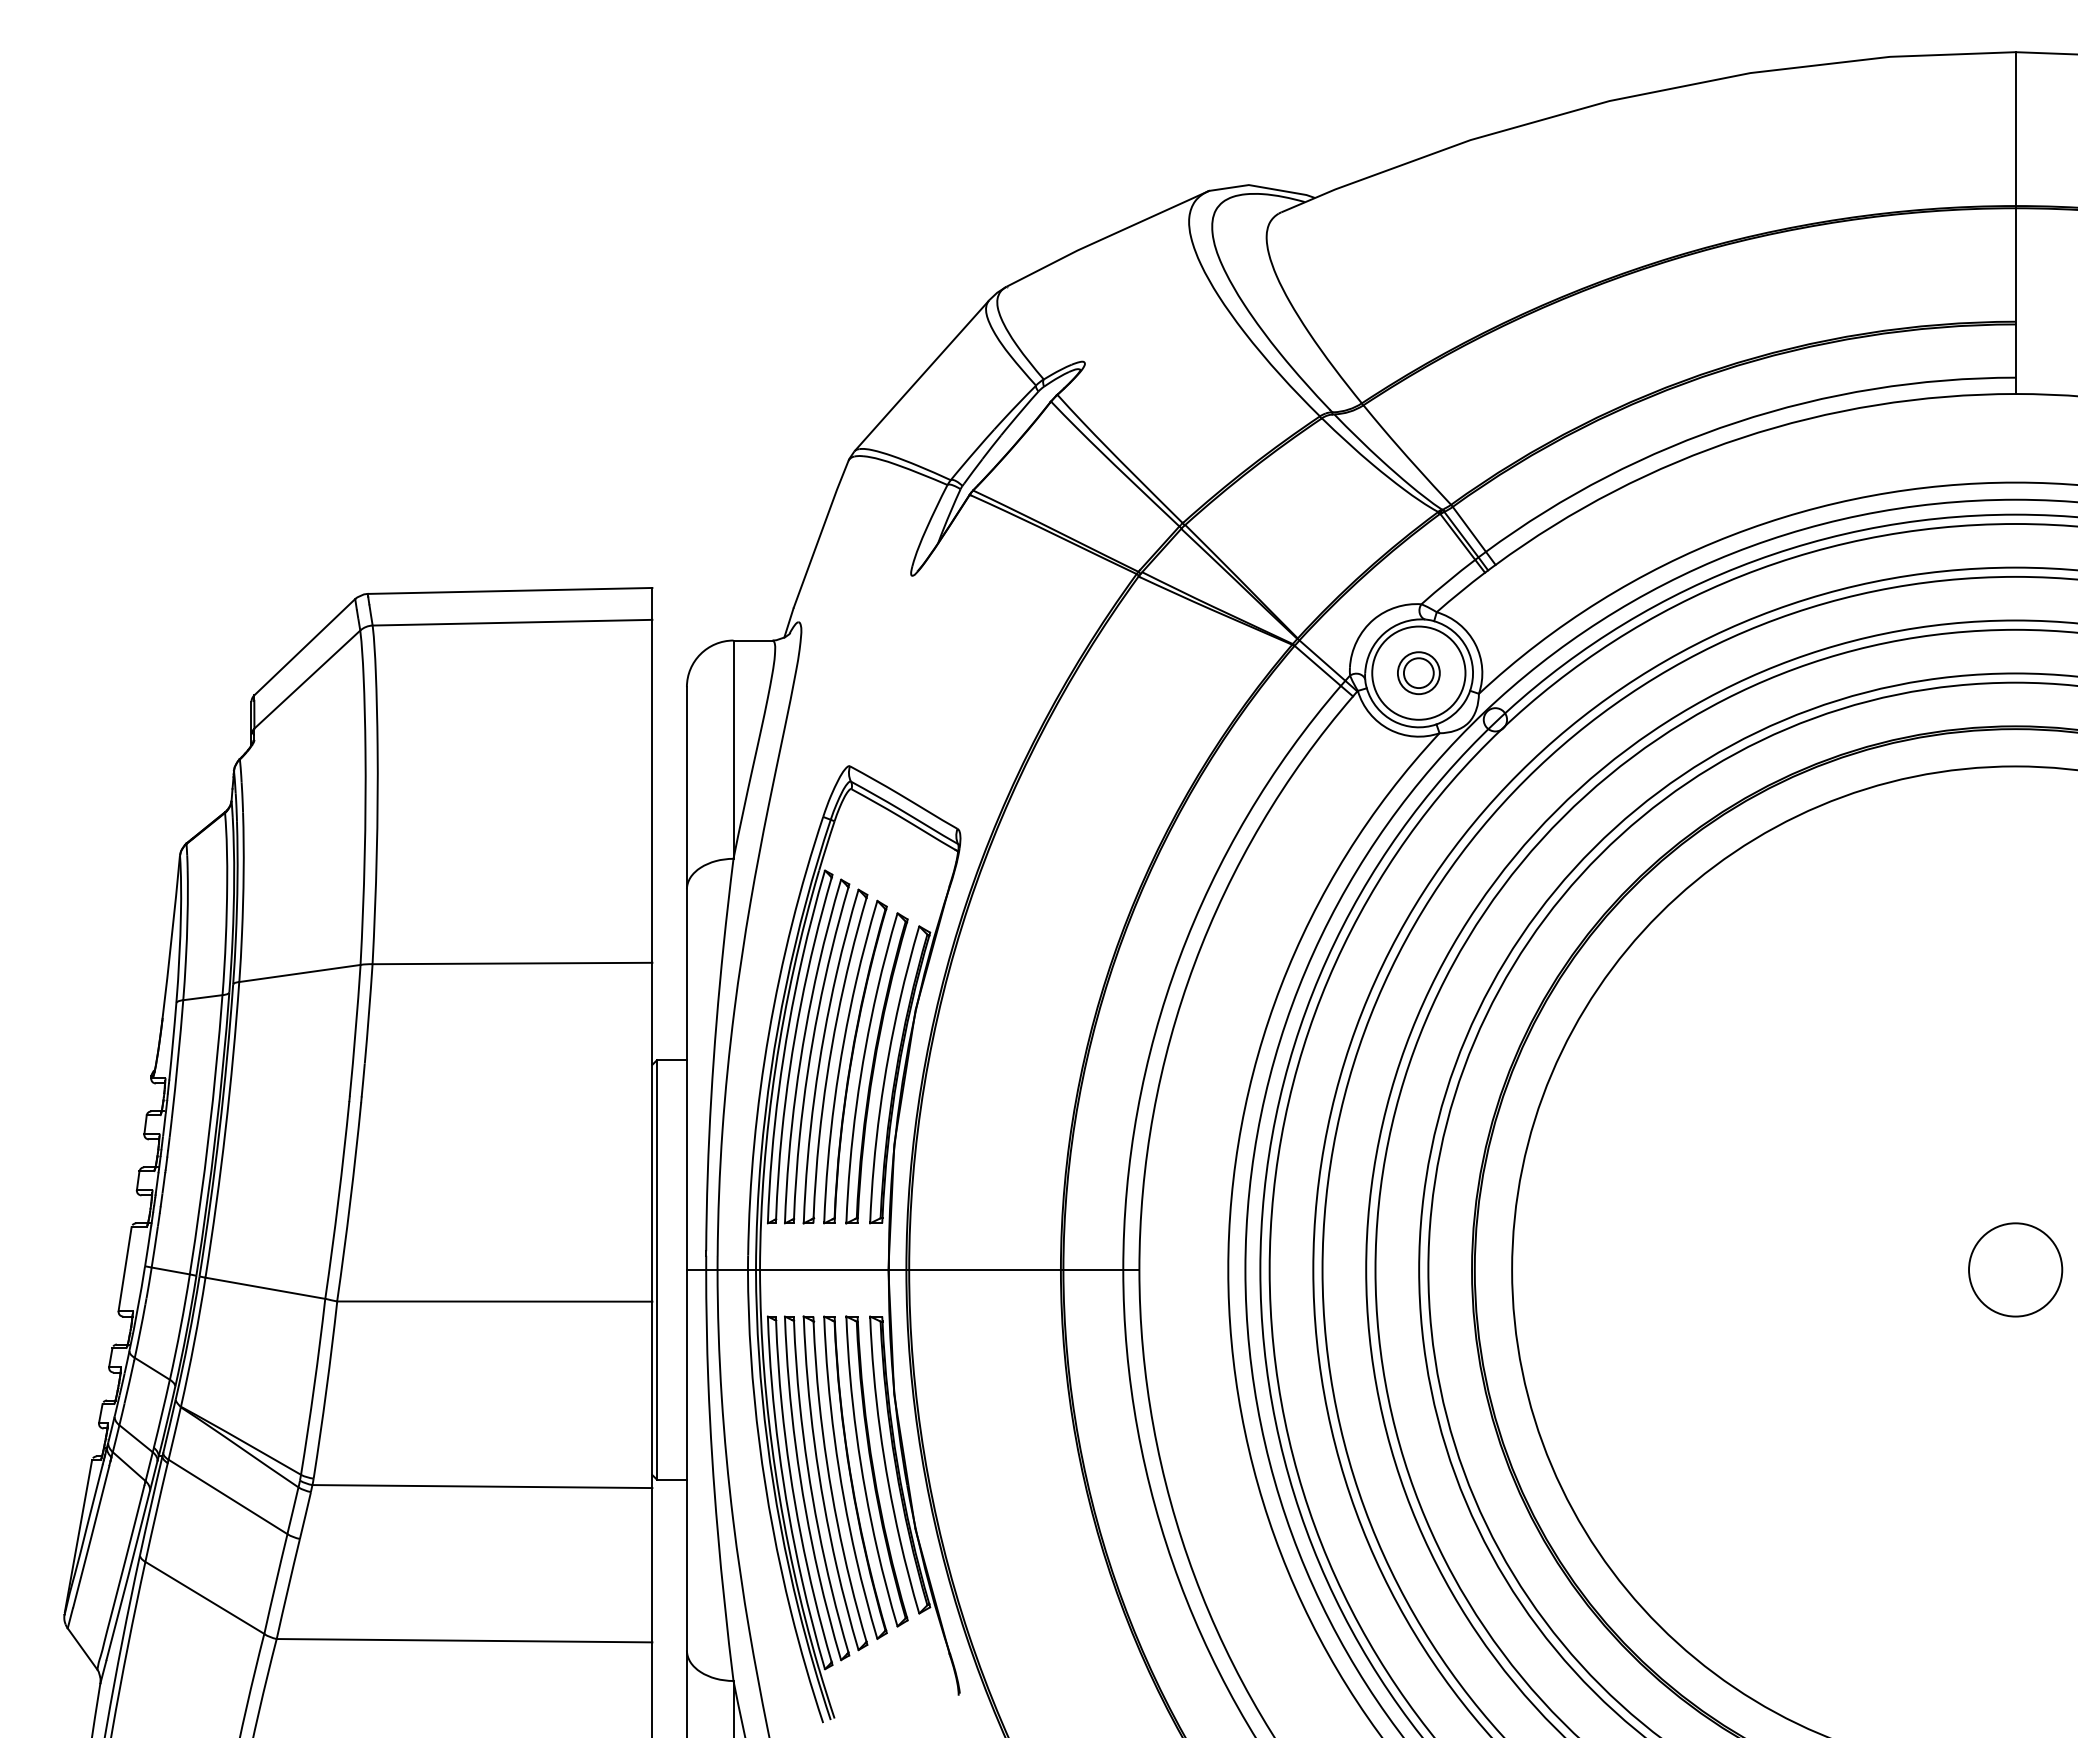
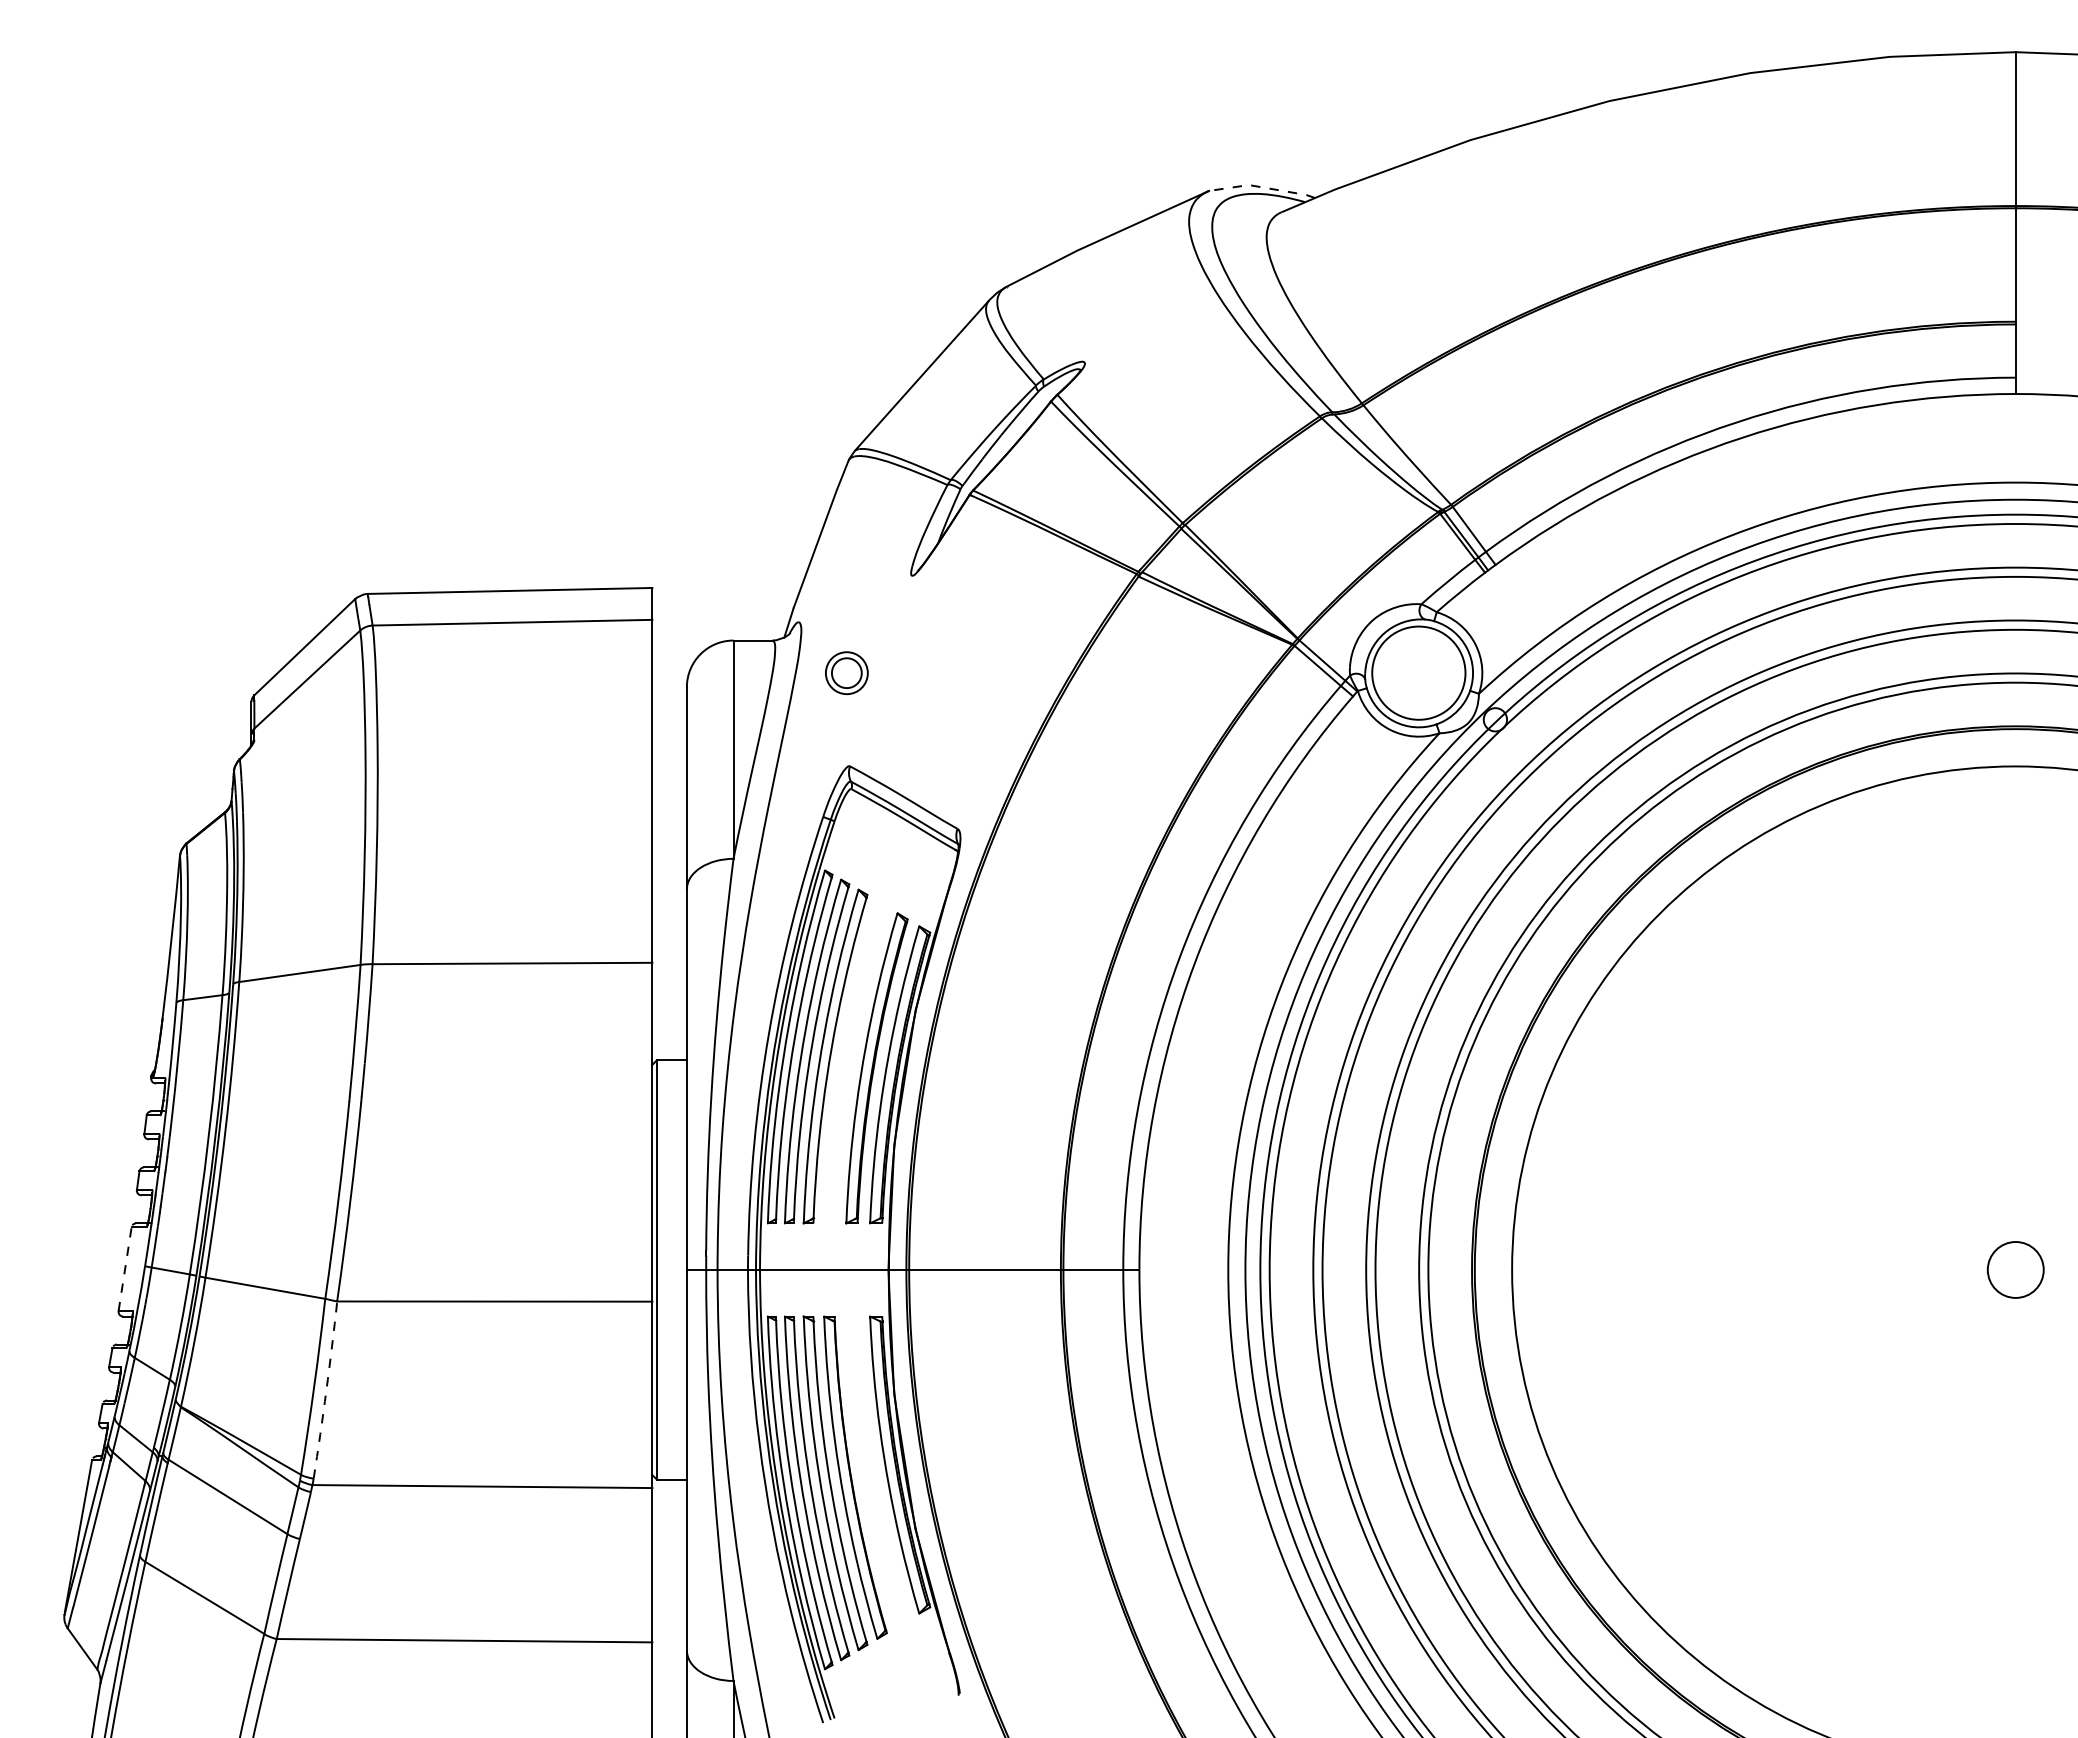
line at (1262, 187): solid -> dashed
part at (1418, 673) position: (1418, 673) -> (846, 673)
part at (855, 1061): present -> none
line at (125, 1268): solid -> dashed
circle at (2015, 1269) size: 96x96 px -> 59x58 px
arc at (326, 1390): solid -> dashed
part at (876, 1471): present -> none
